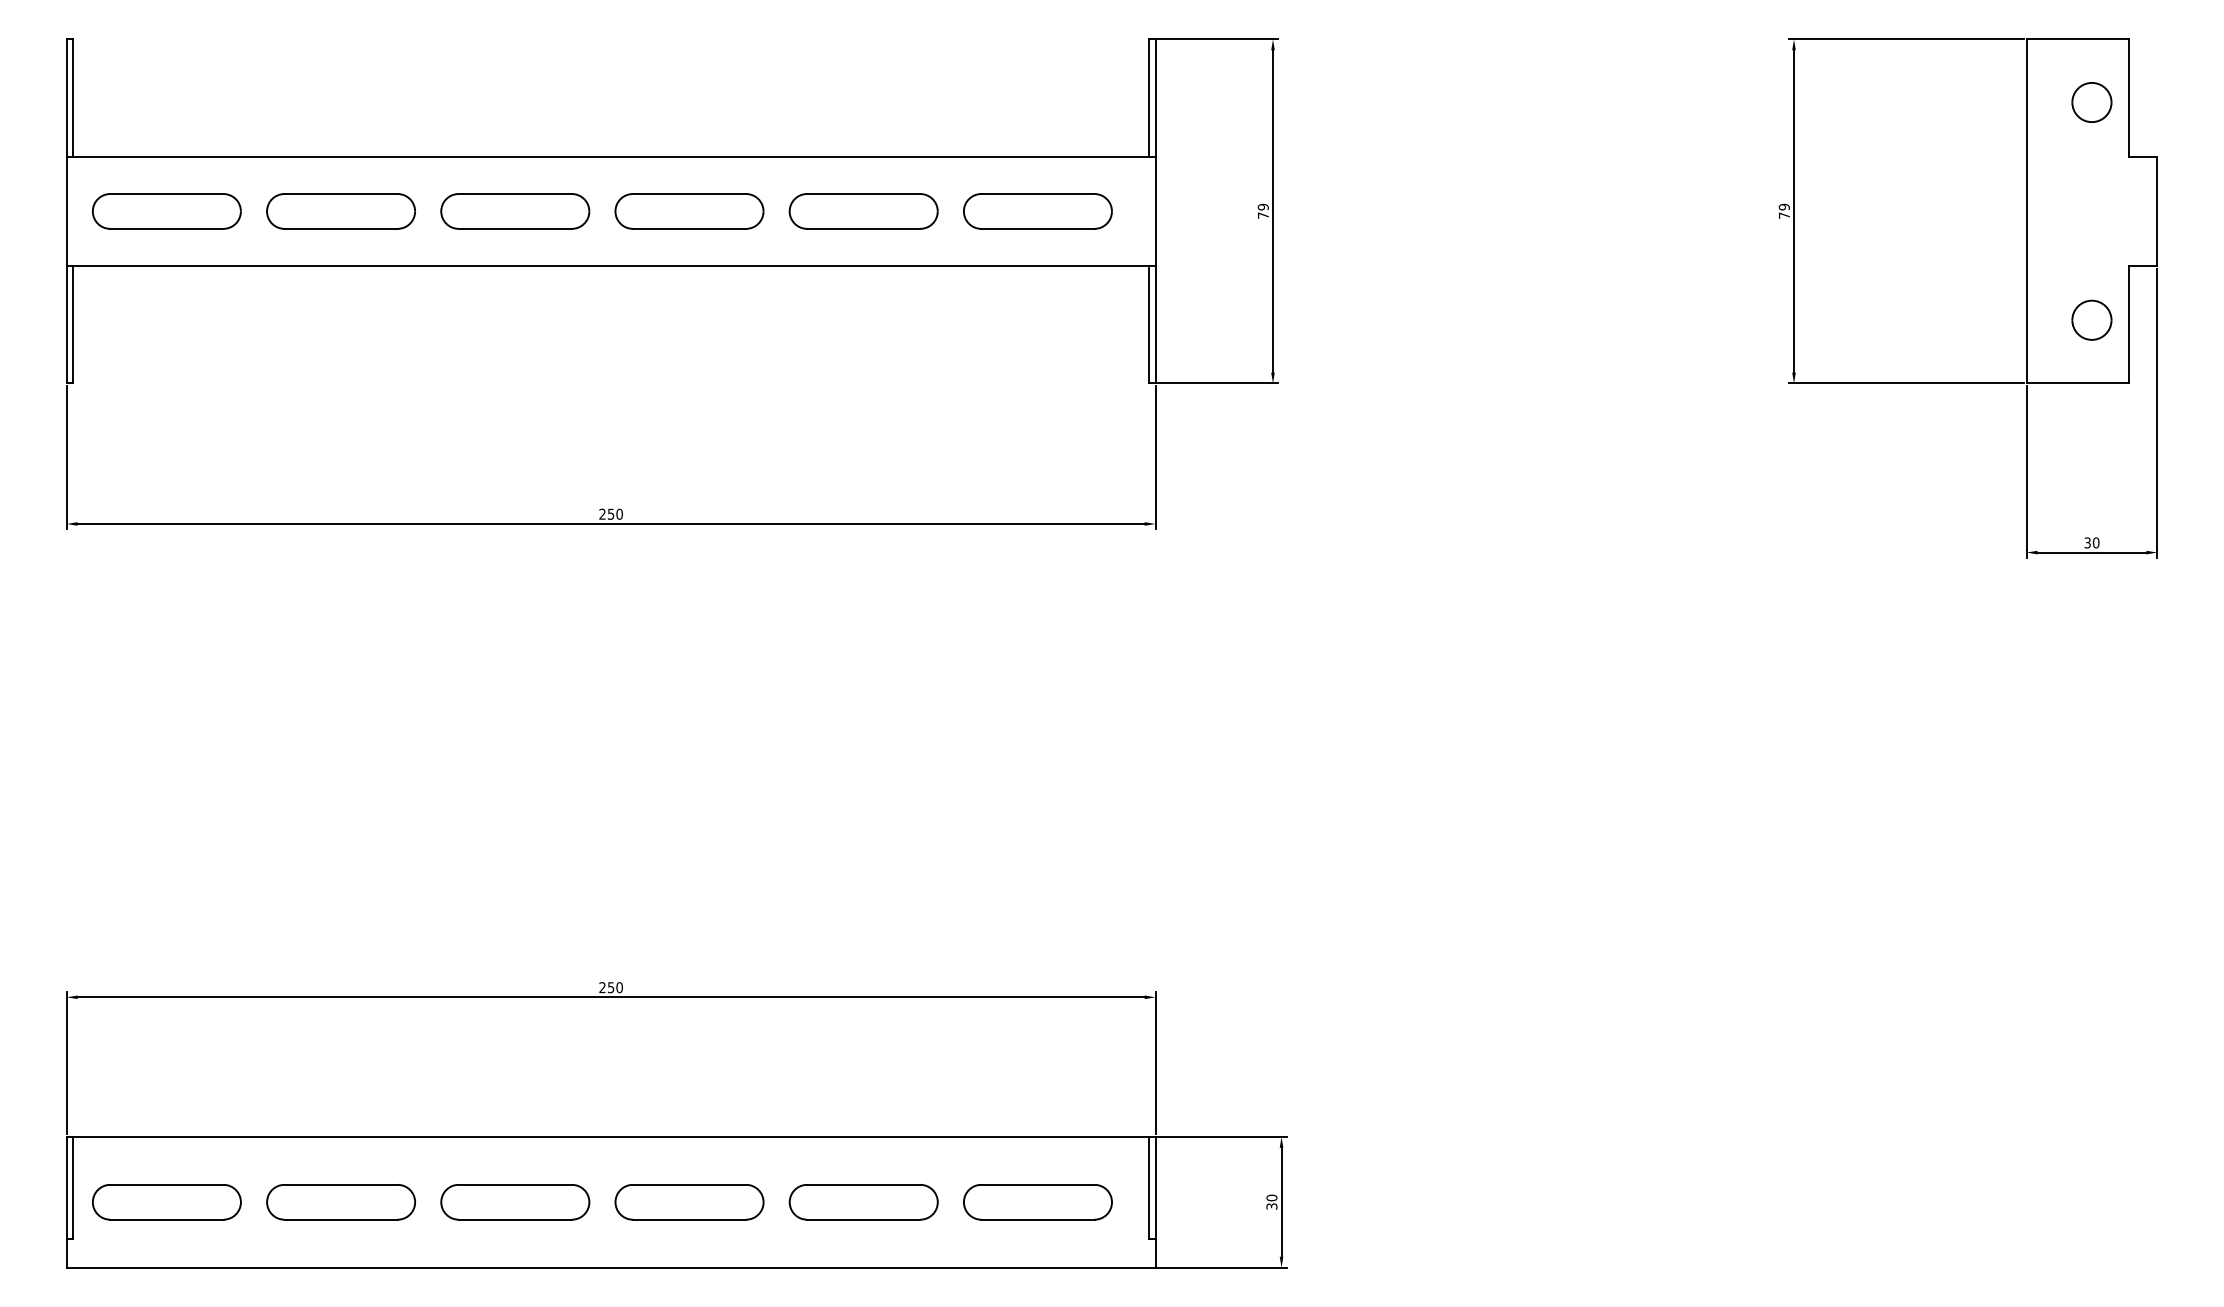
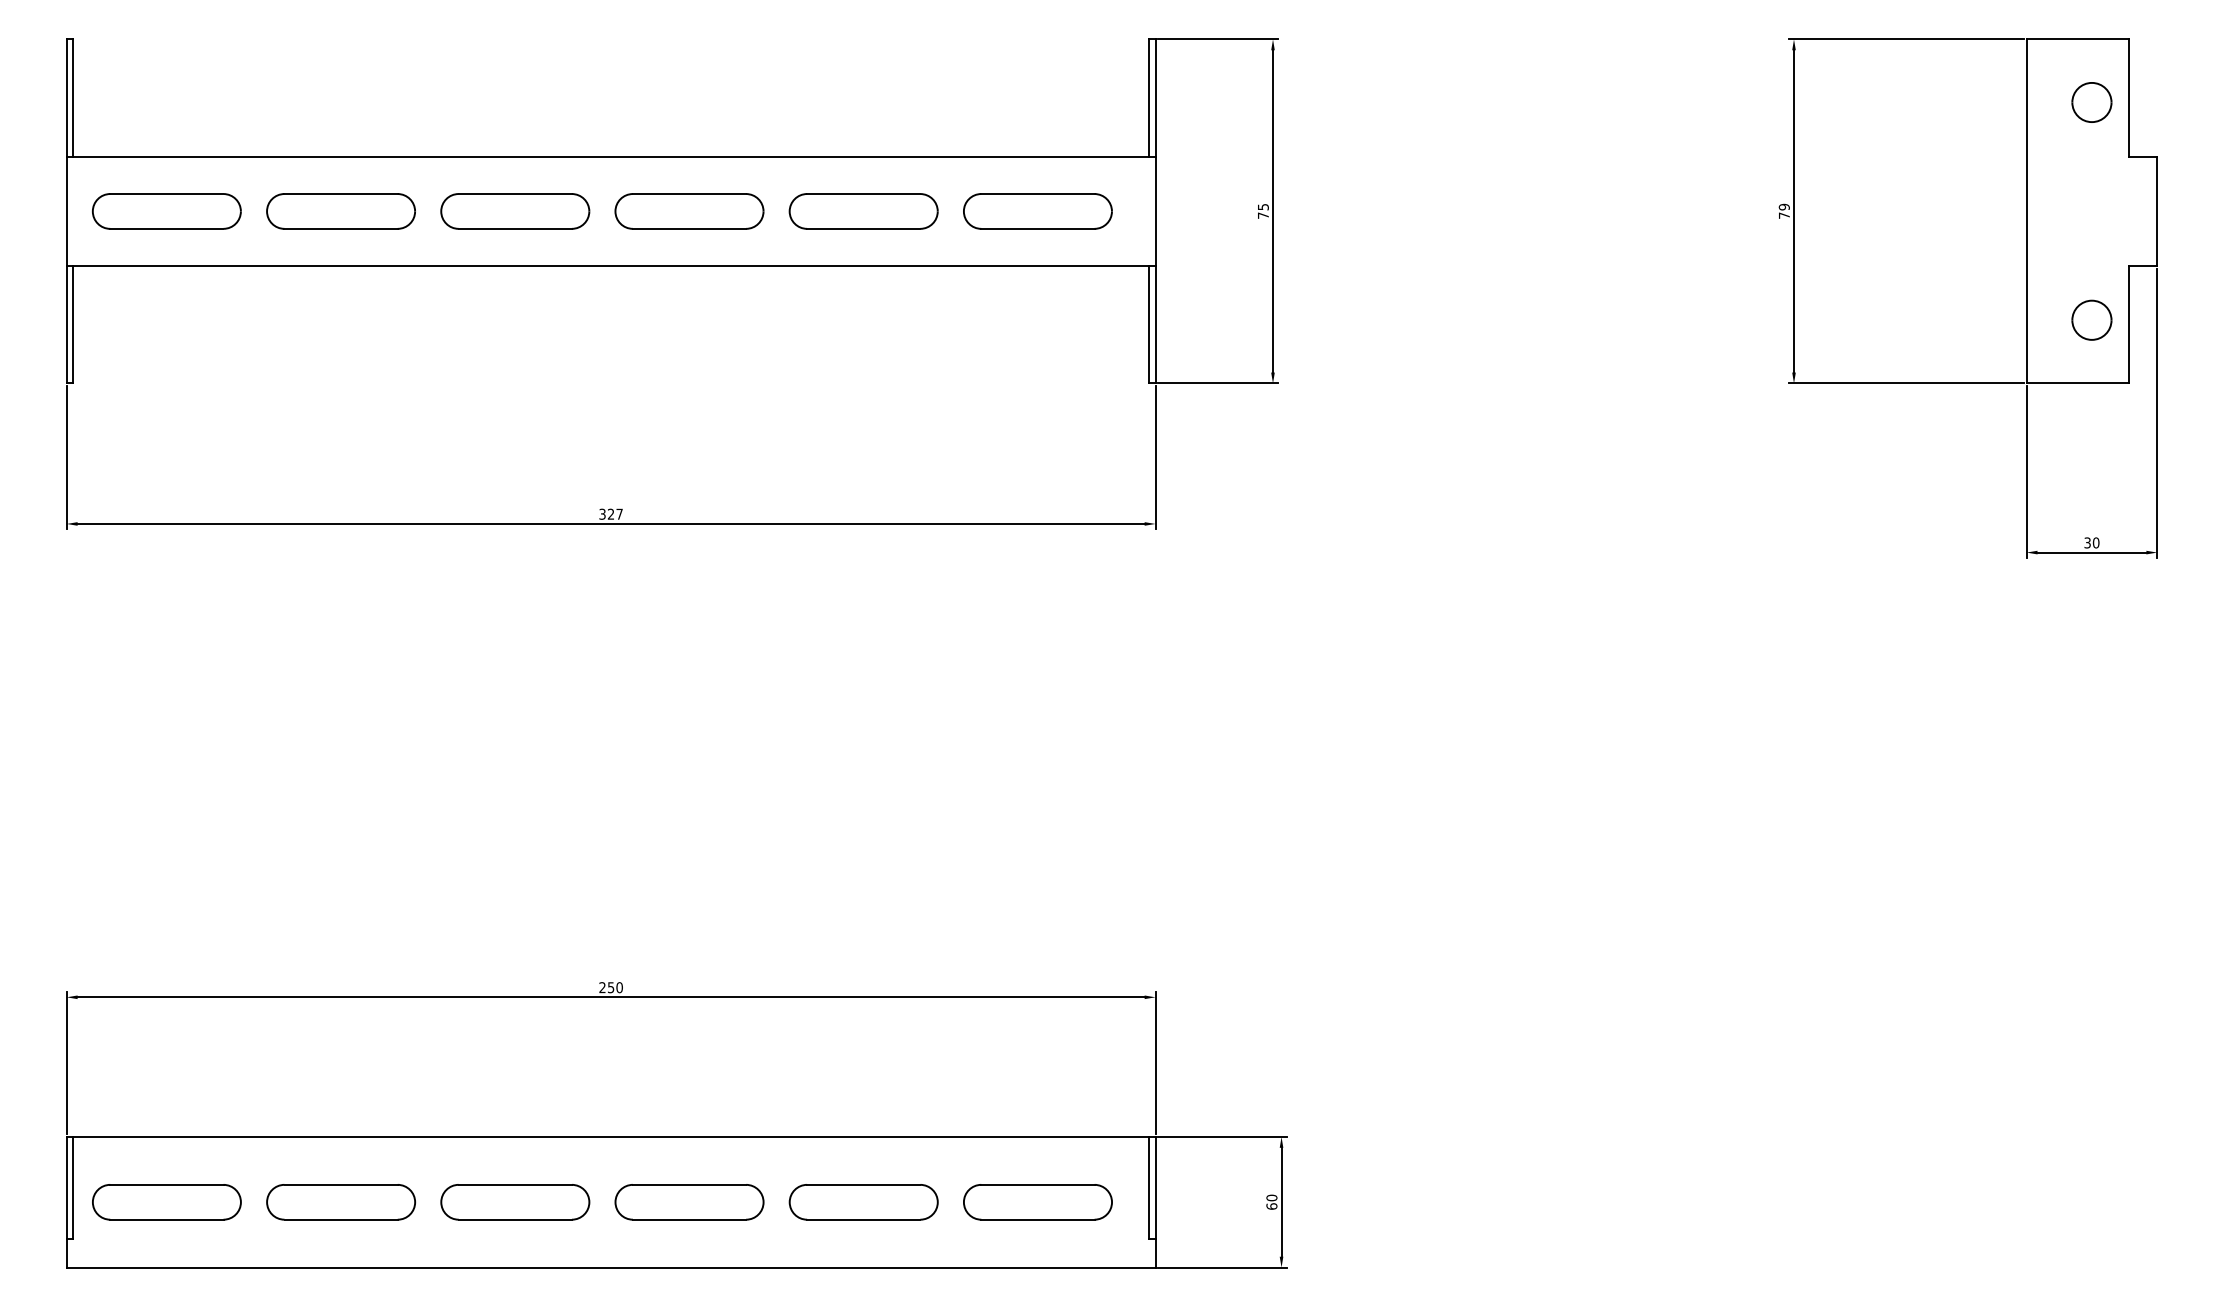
text at (1262, 206): 79 -> 75
text at (610, 513): 250 -> 327
text at (1271, 1206): 30 -> 60
